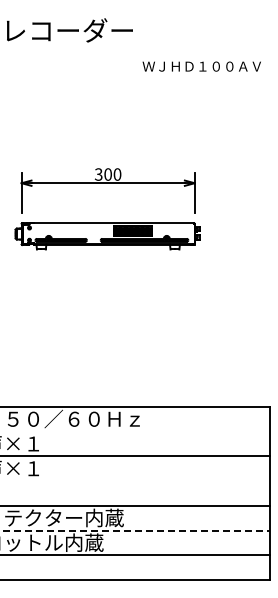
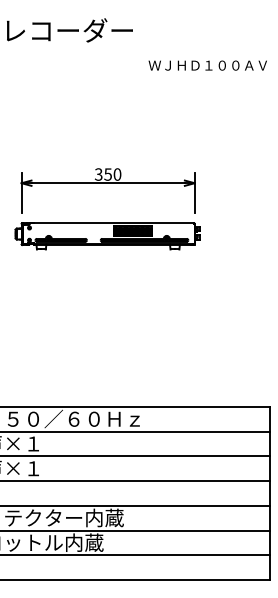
text at (201, 66) position: (201, 66) -> (207, 65)
text at (107, 174): 300 -> 350
line at (135, 431): none -> present
line at (135, 481): none -> present
line at (135, 530): dashed -> solid
